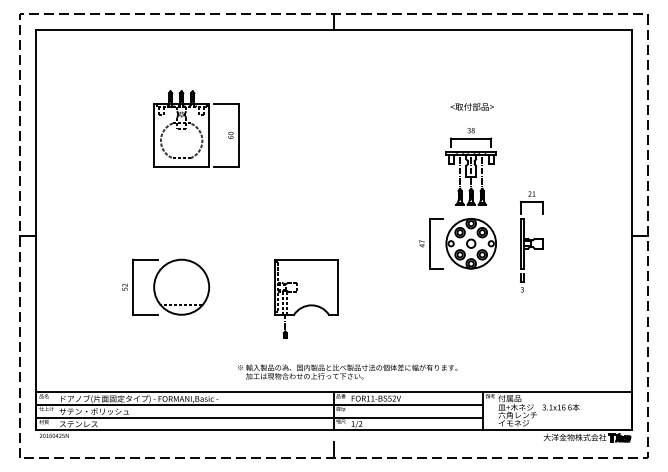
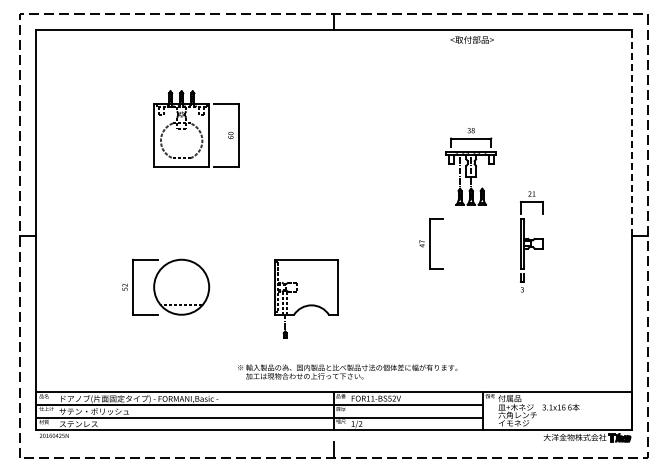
text at (471, 106) position: (471, 106) -> (471, 39)
line at (631, 133): solid -> dashed
line at (482, 172): present -> none
part at (470, 243): present -> none
